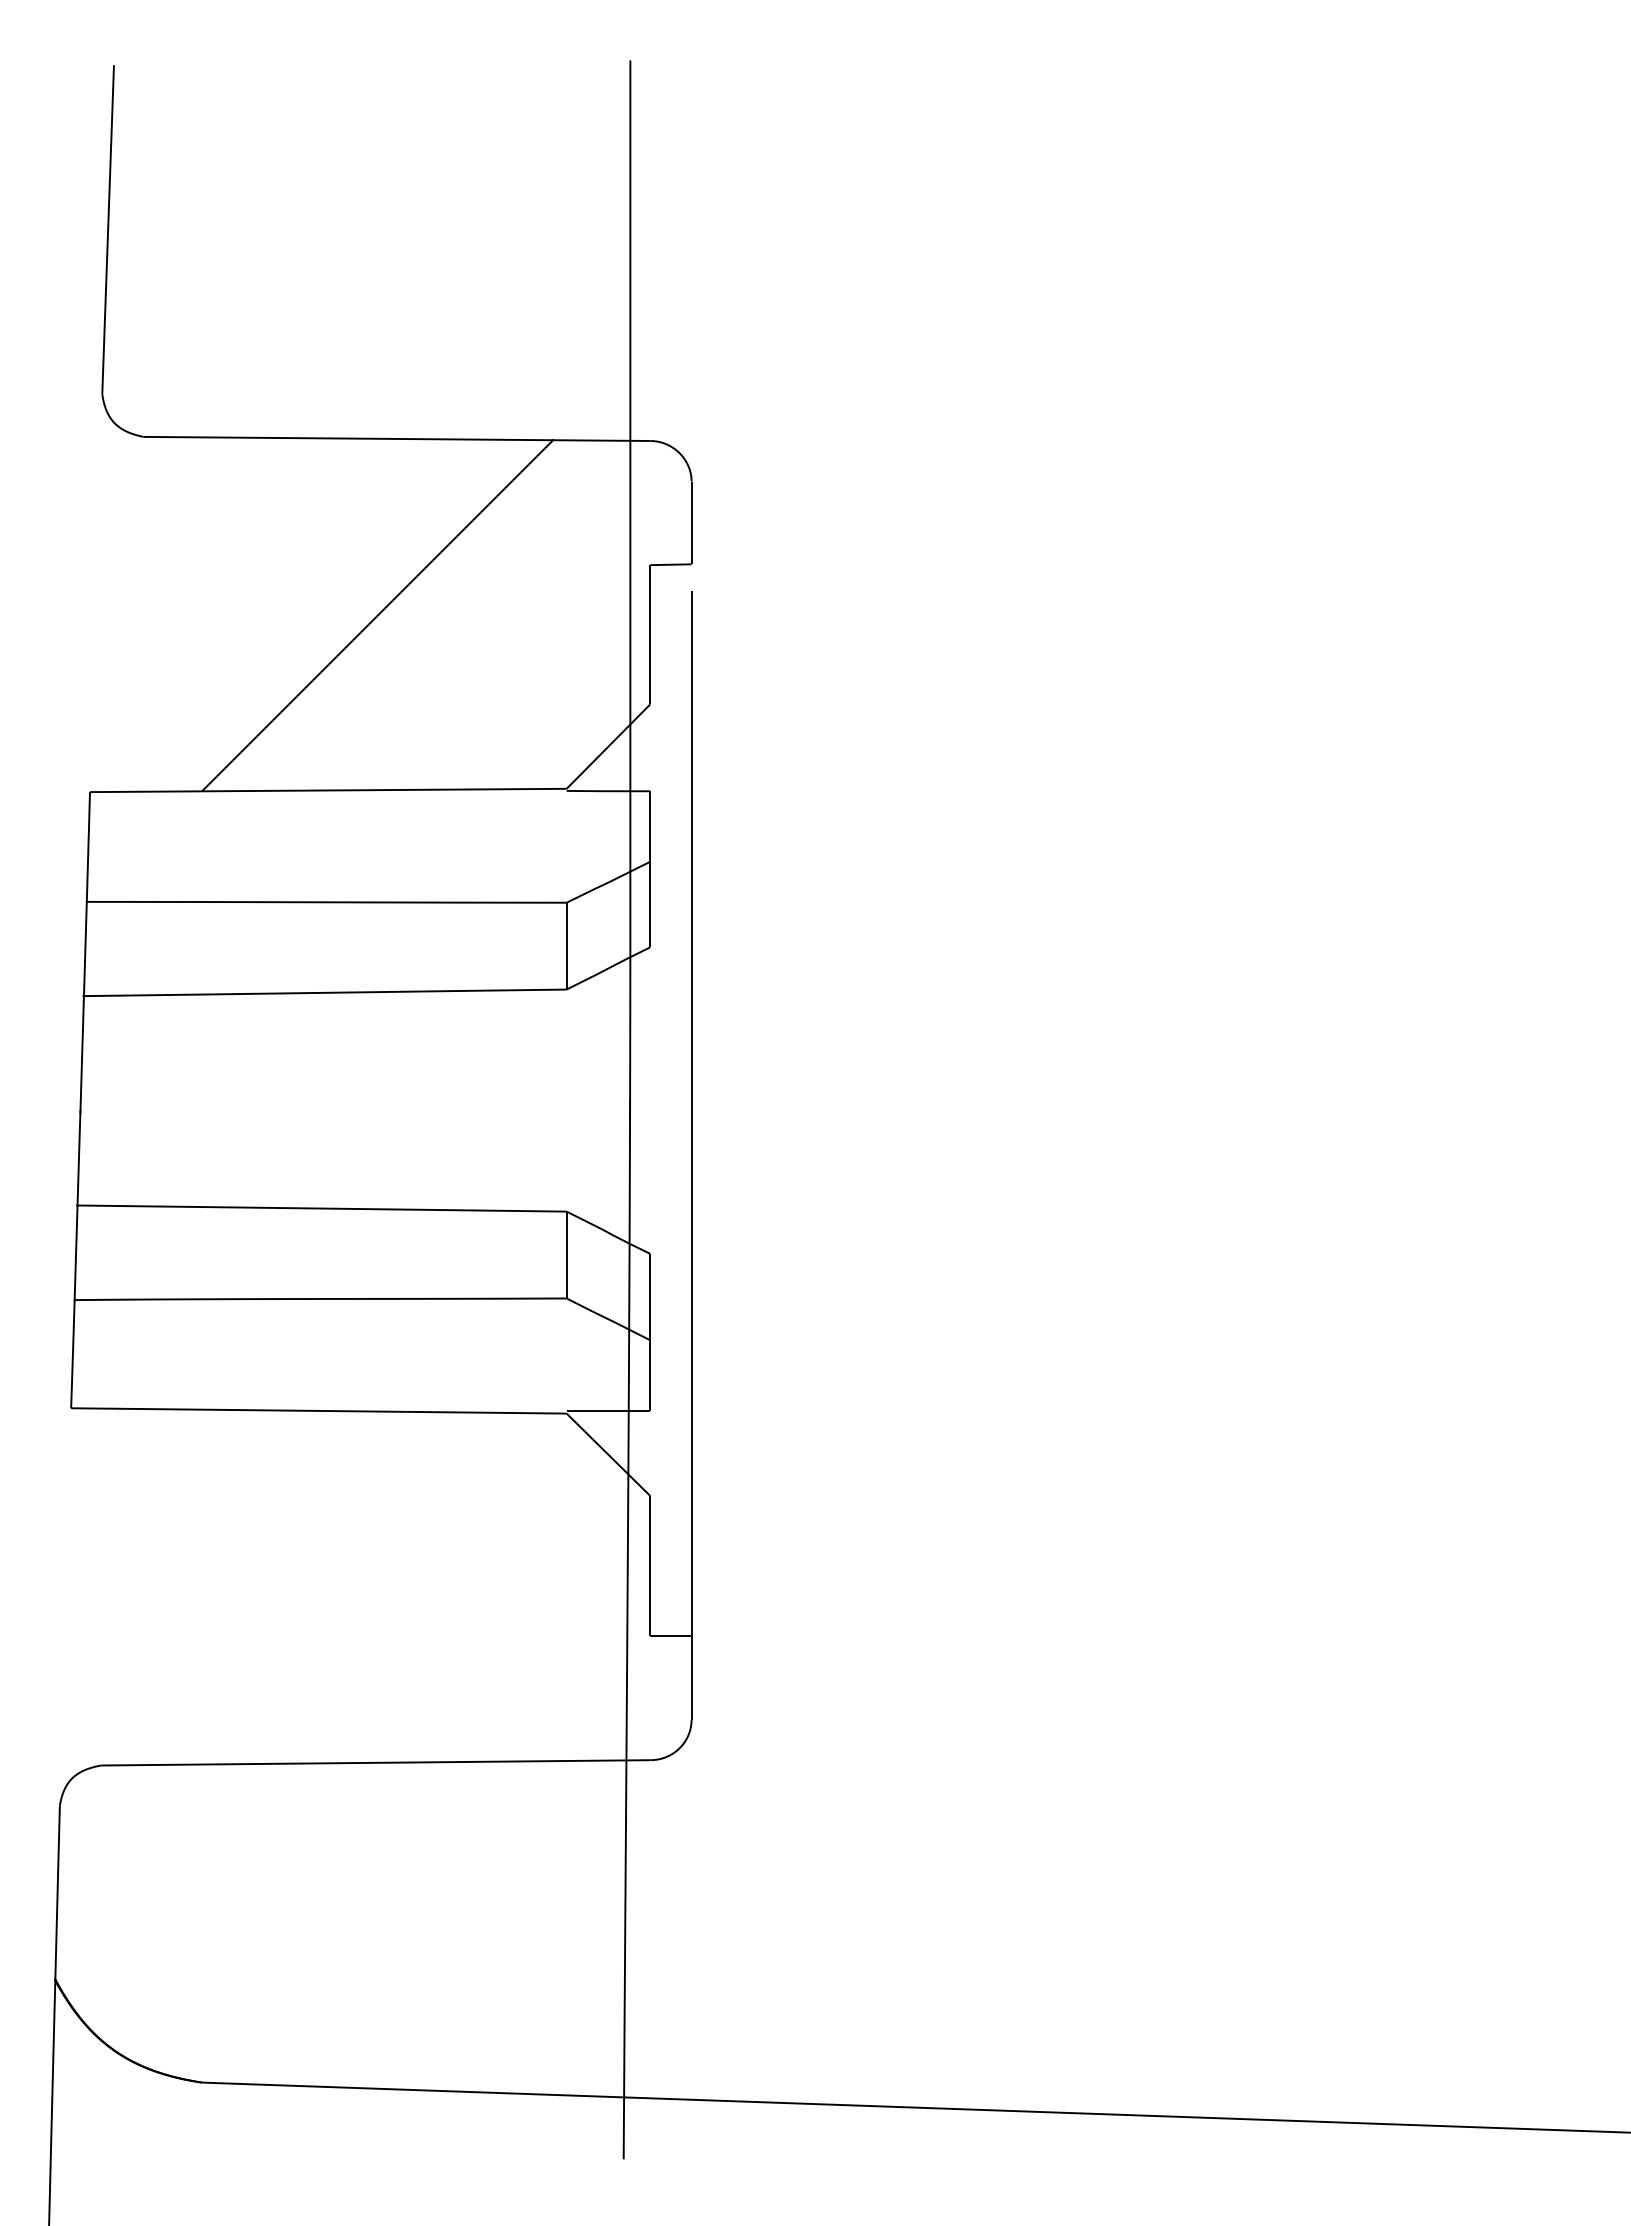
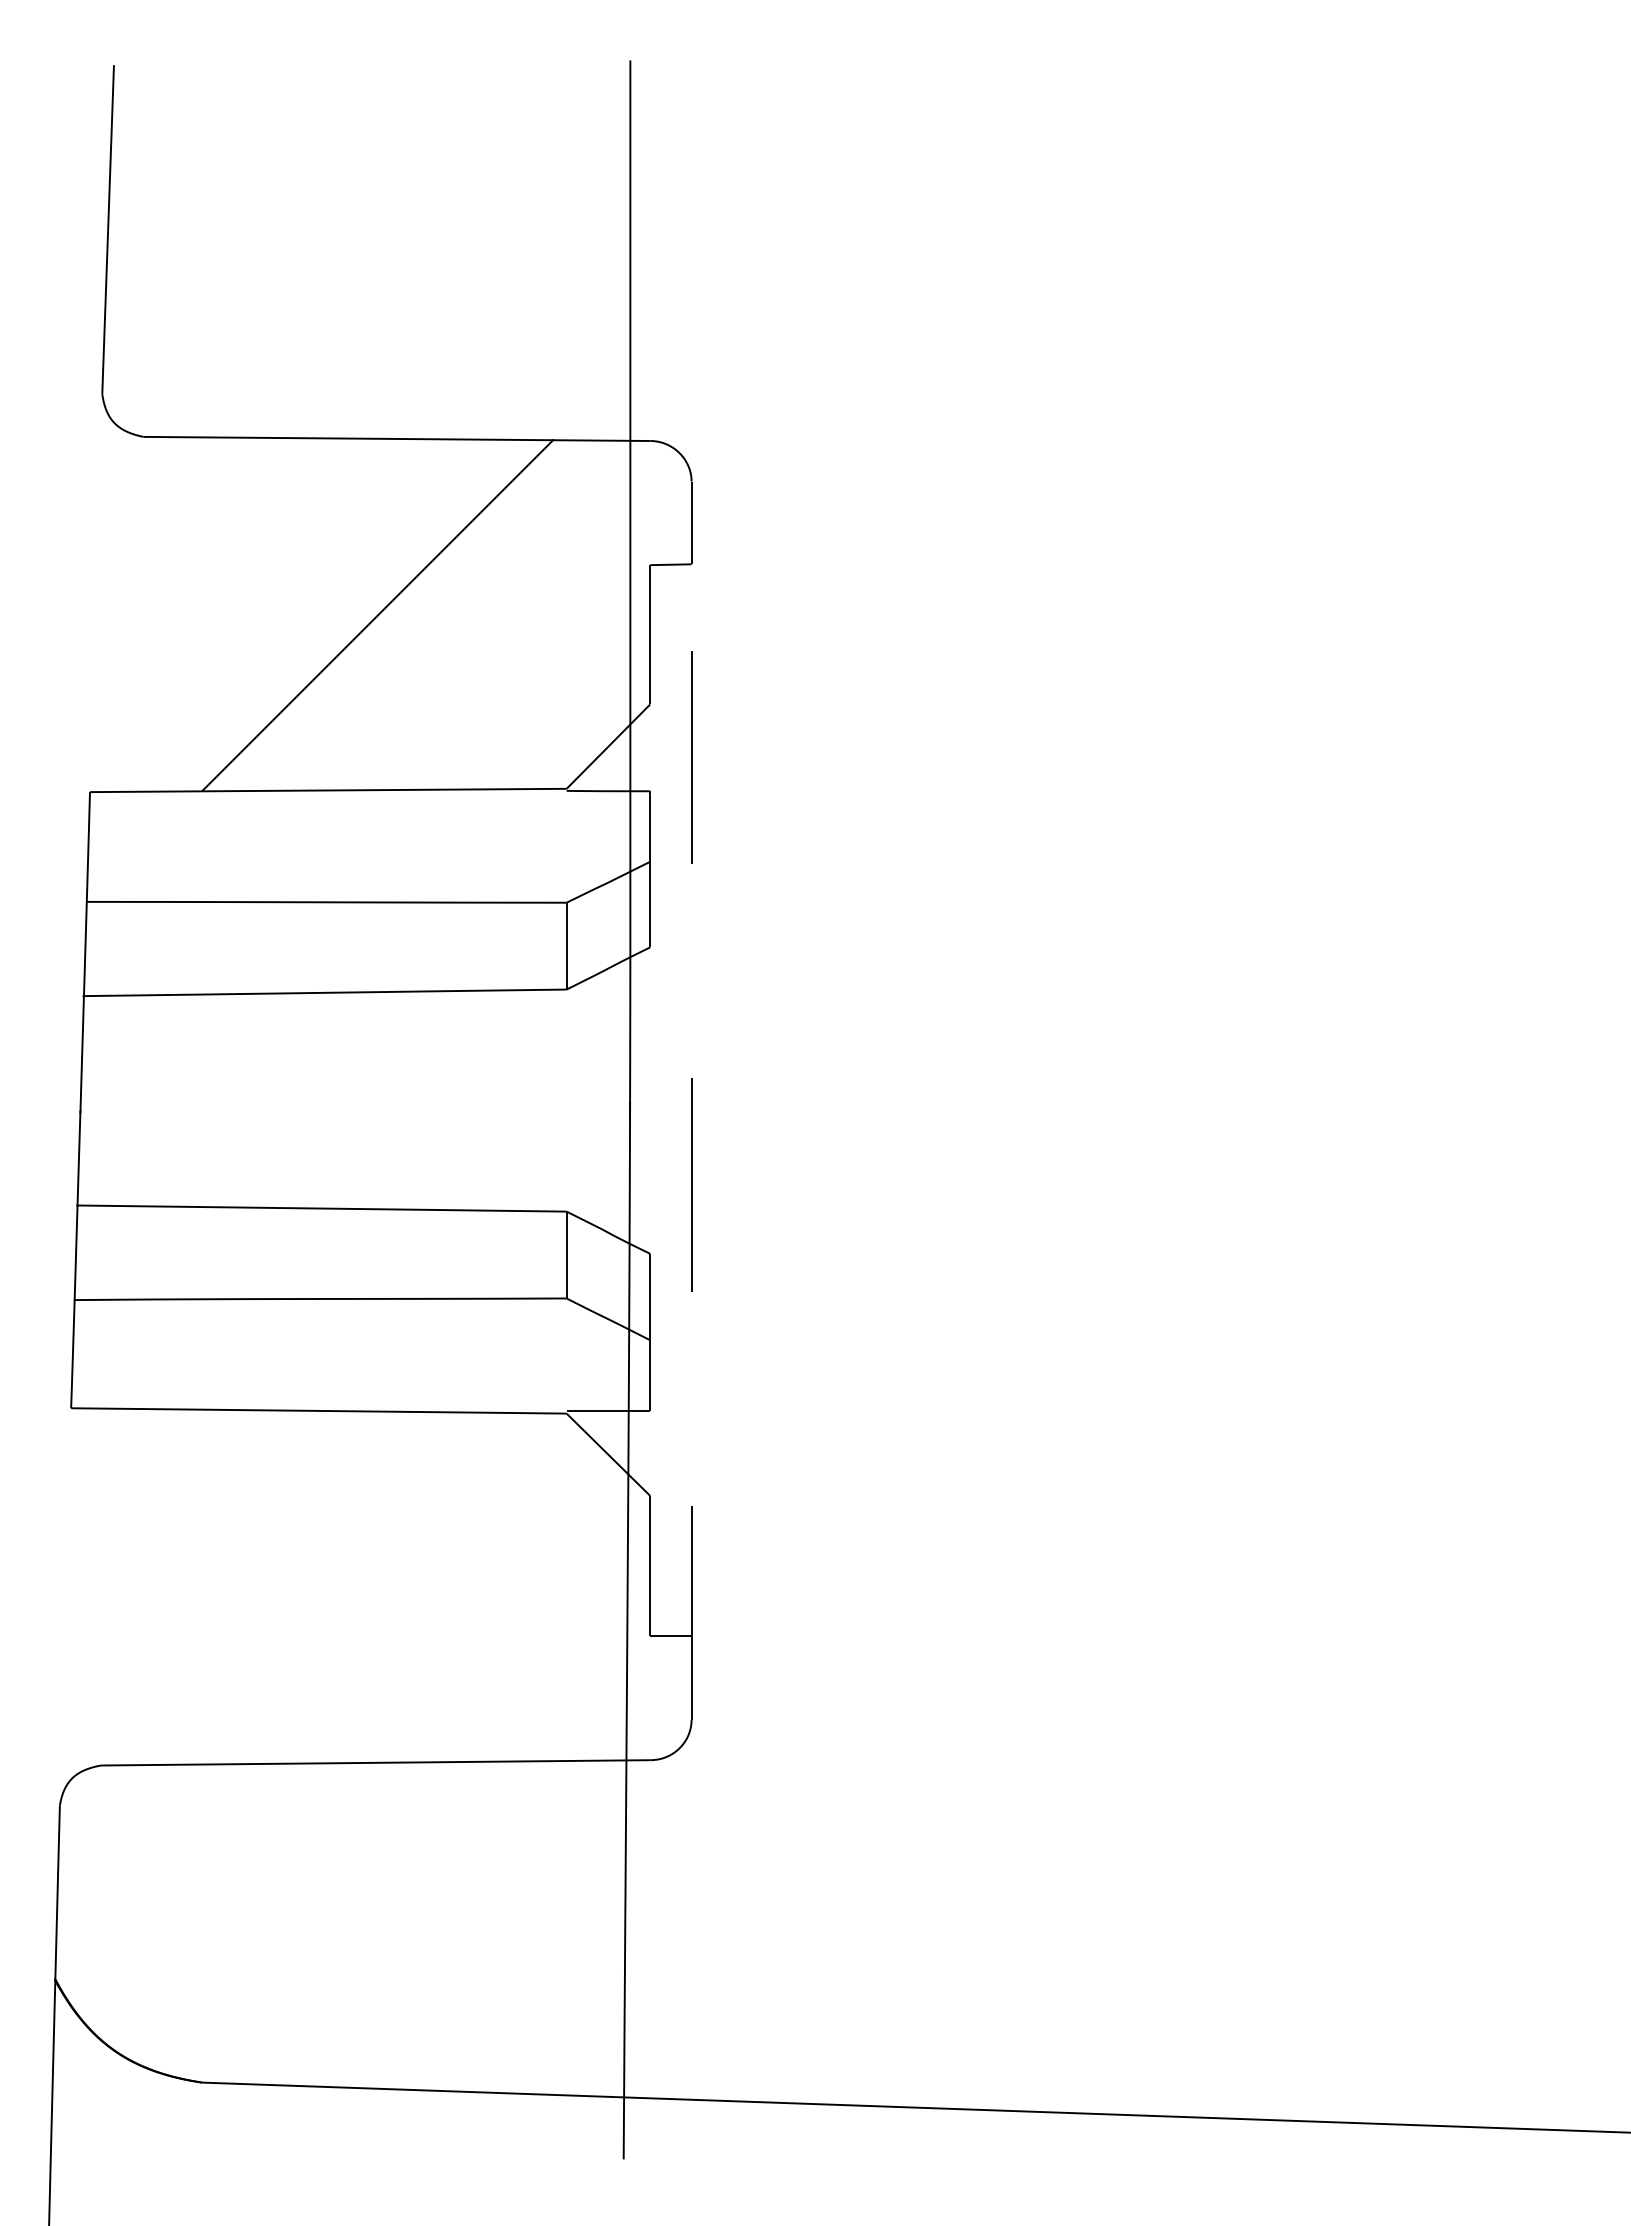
line at (691, 1154): solid -> dashed
